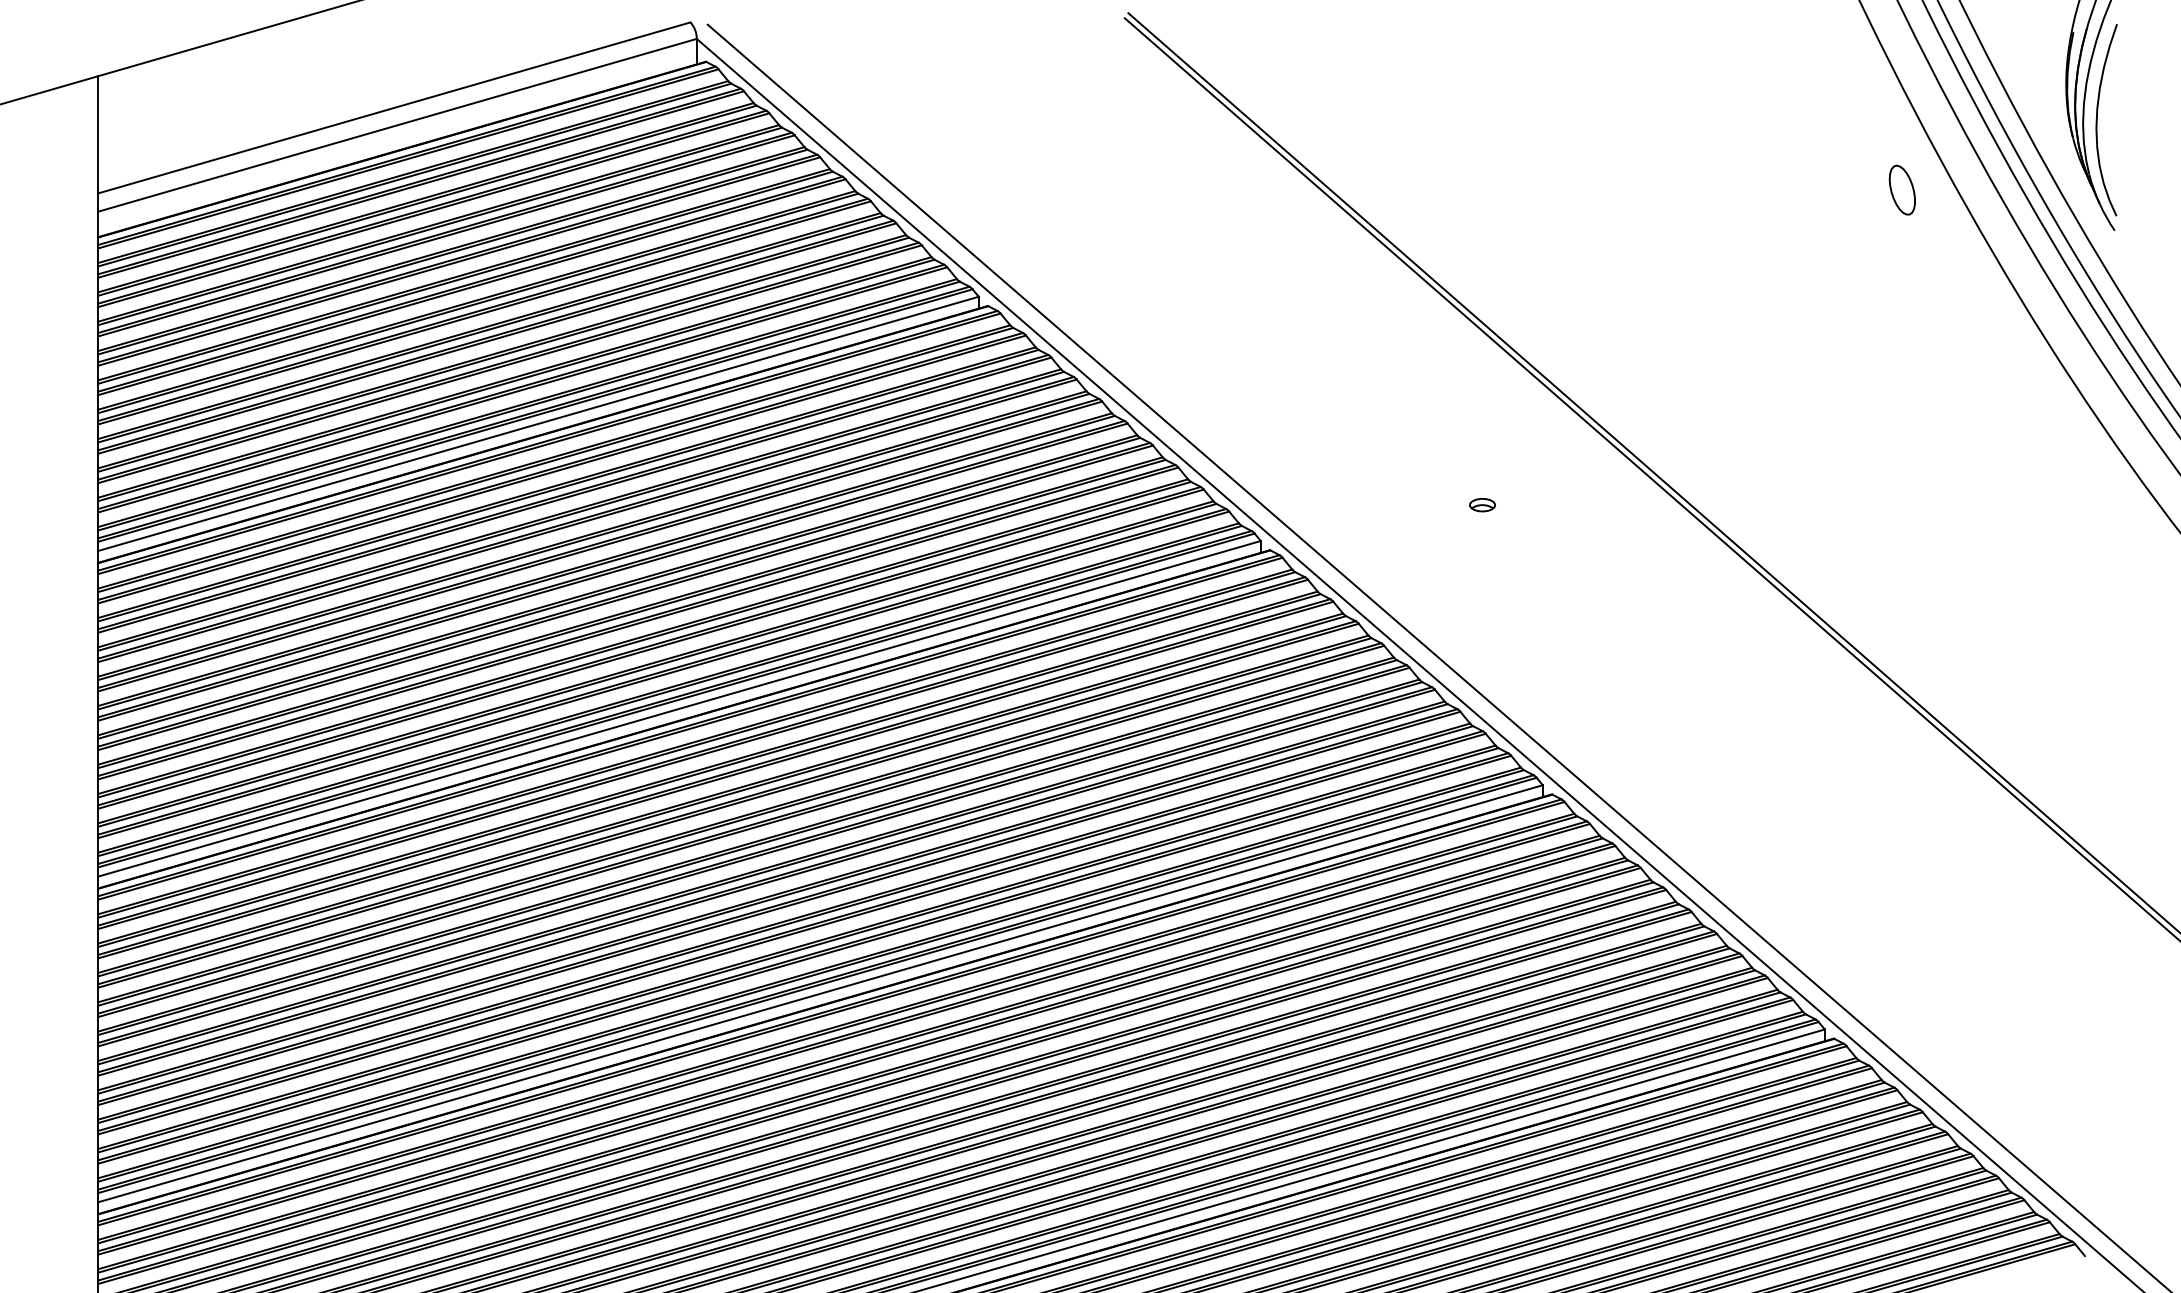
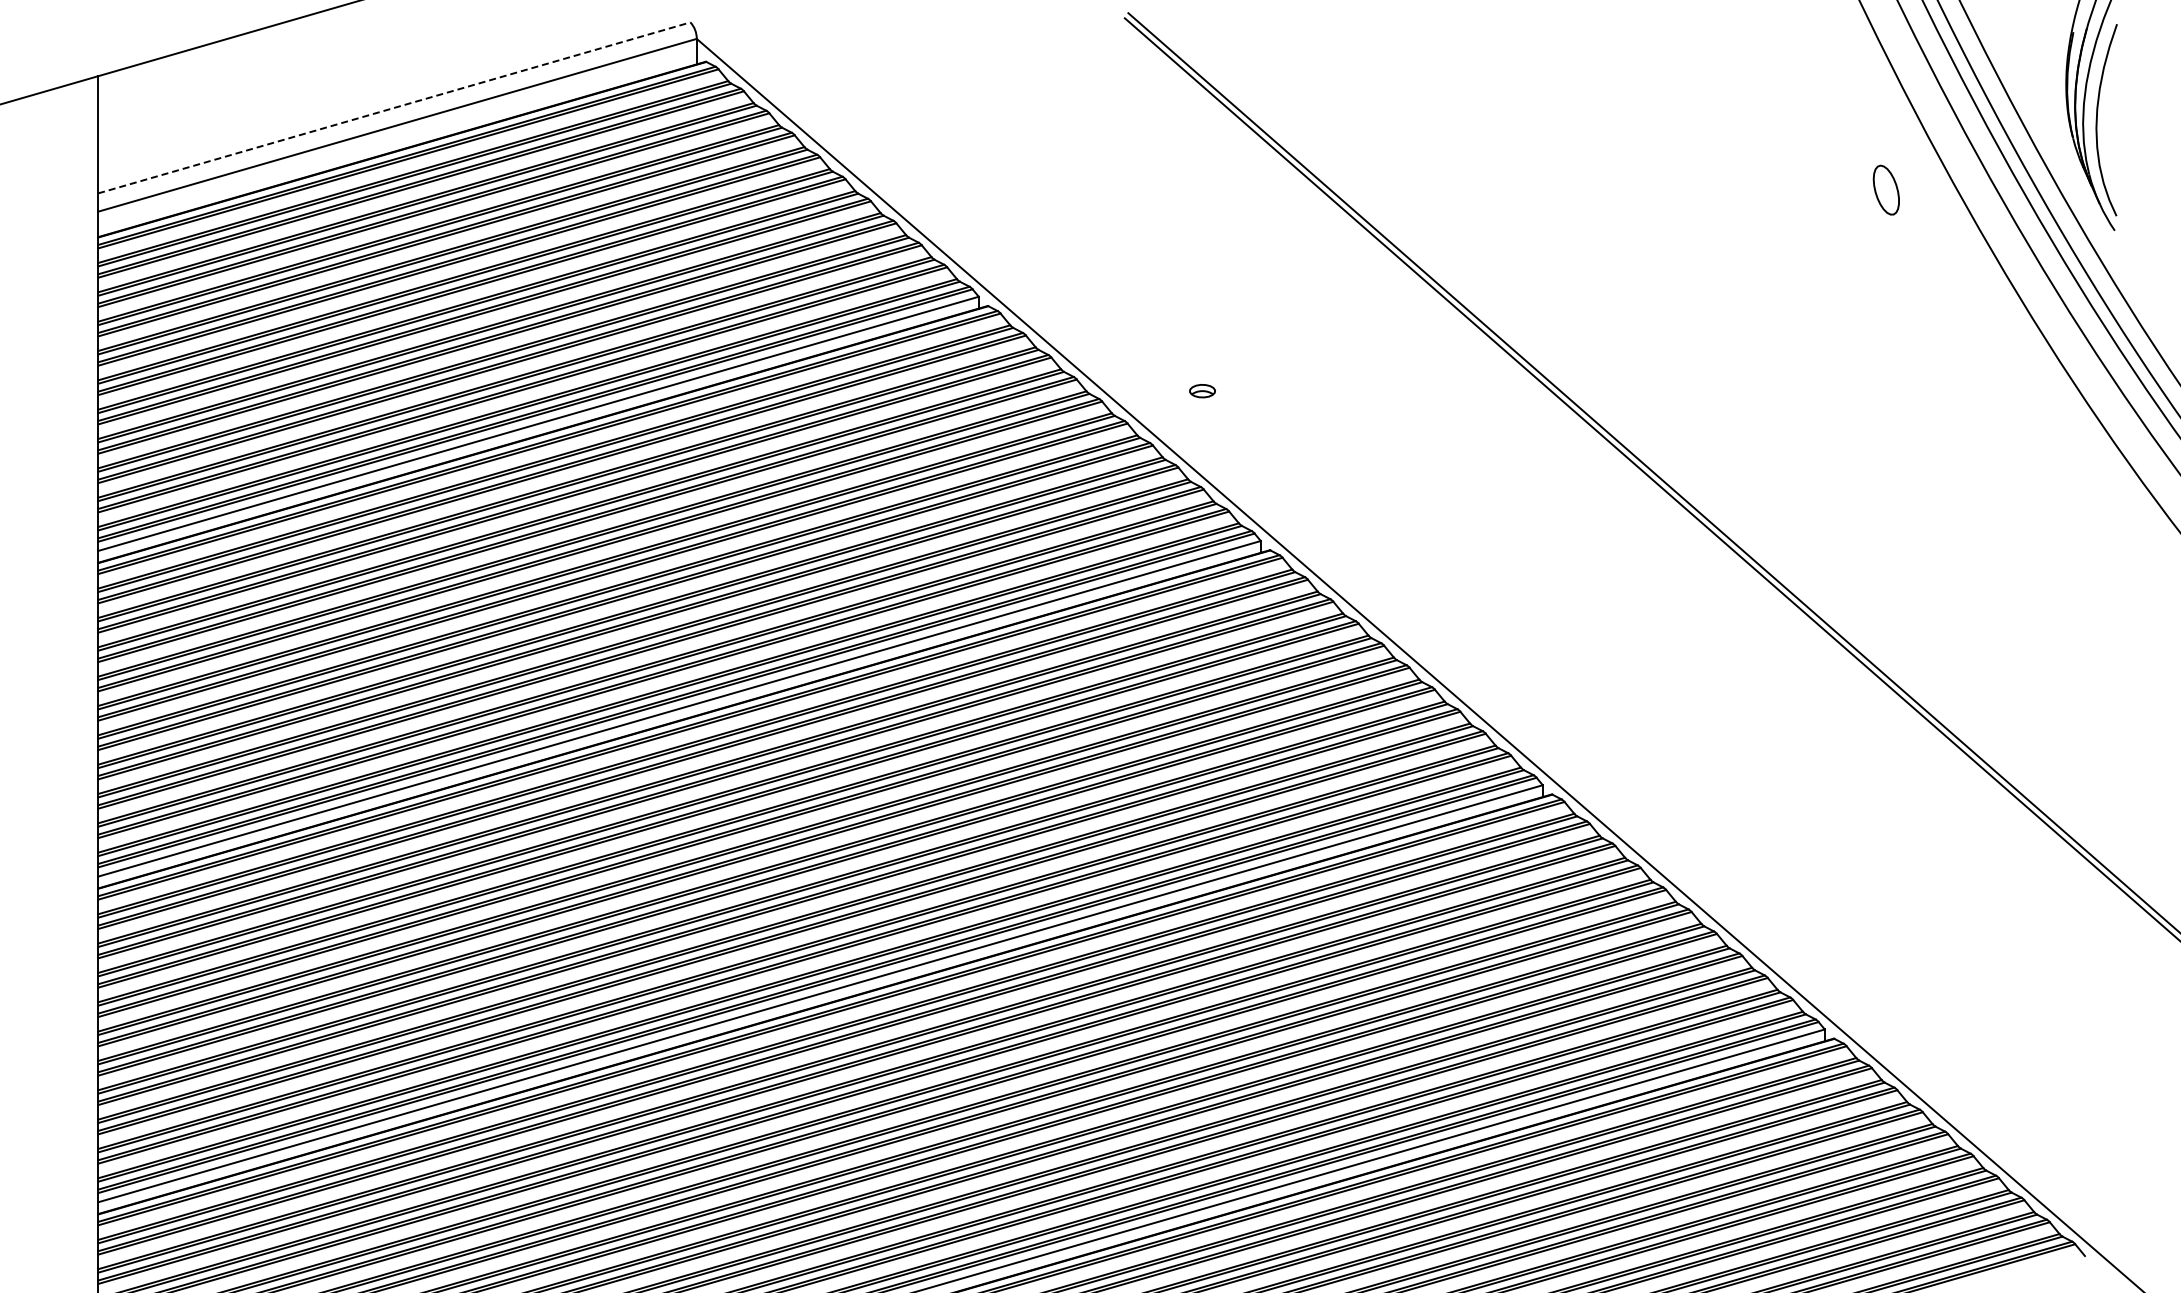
line at (394, 107): solid -> dashed
part at (1901, 189) position: (1901, 189) -> (1885, 189)
part at (1482, 505) position: (1482, 505) -> (1202, 391)
line at (1437, 656): present -> none
